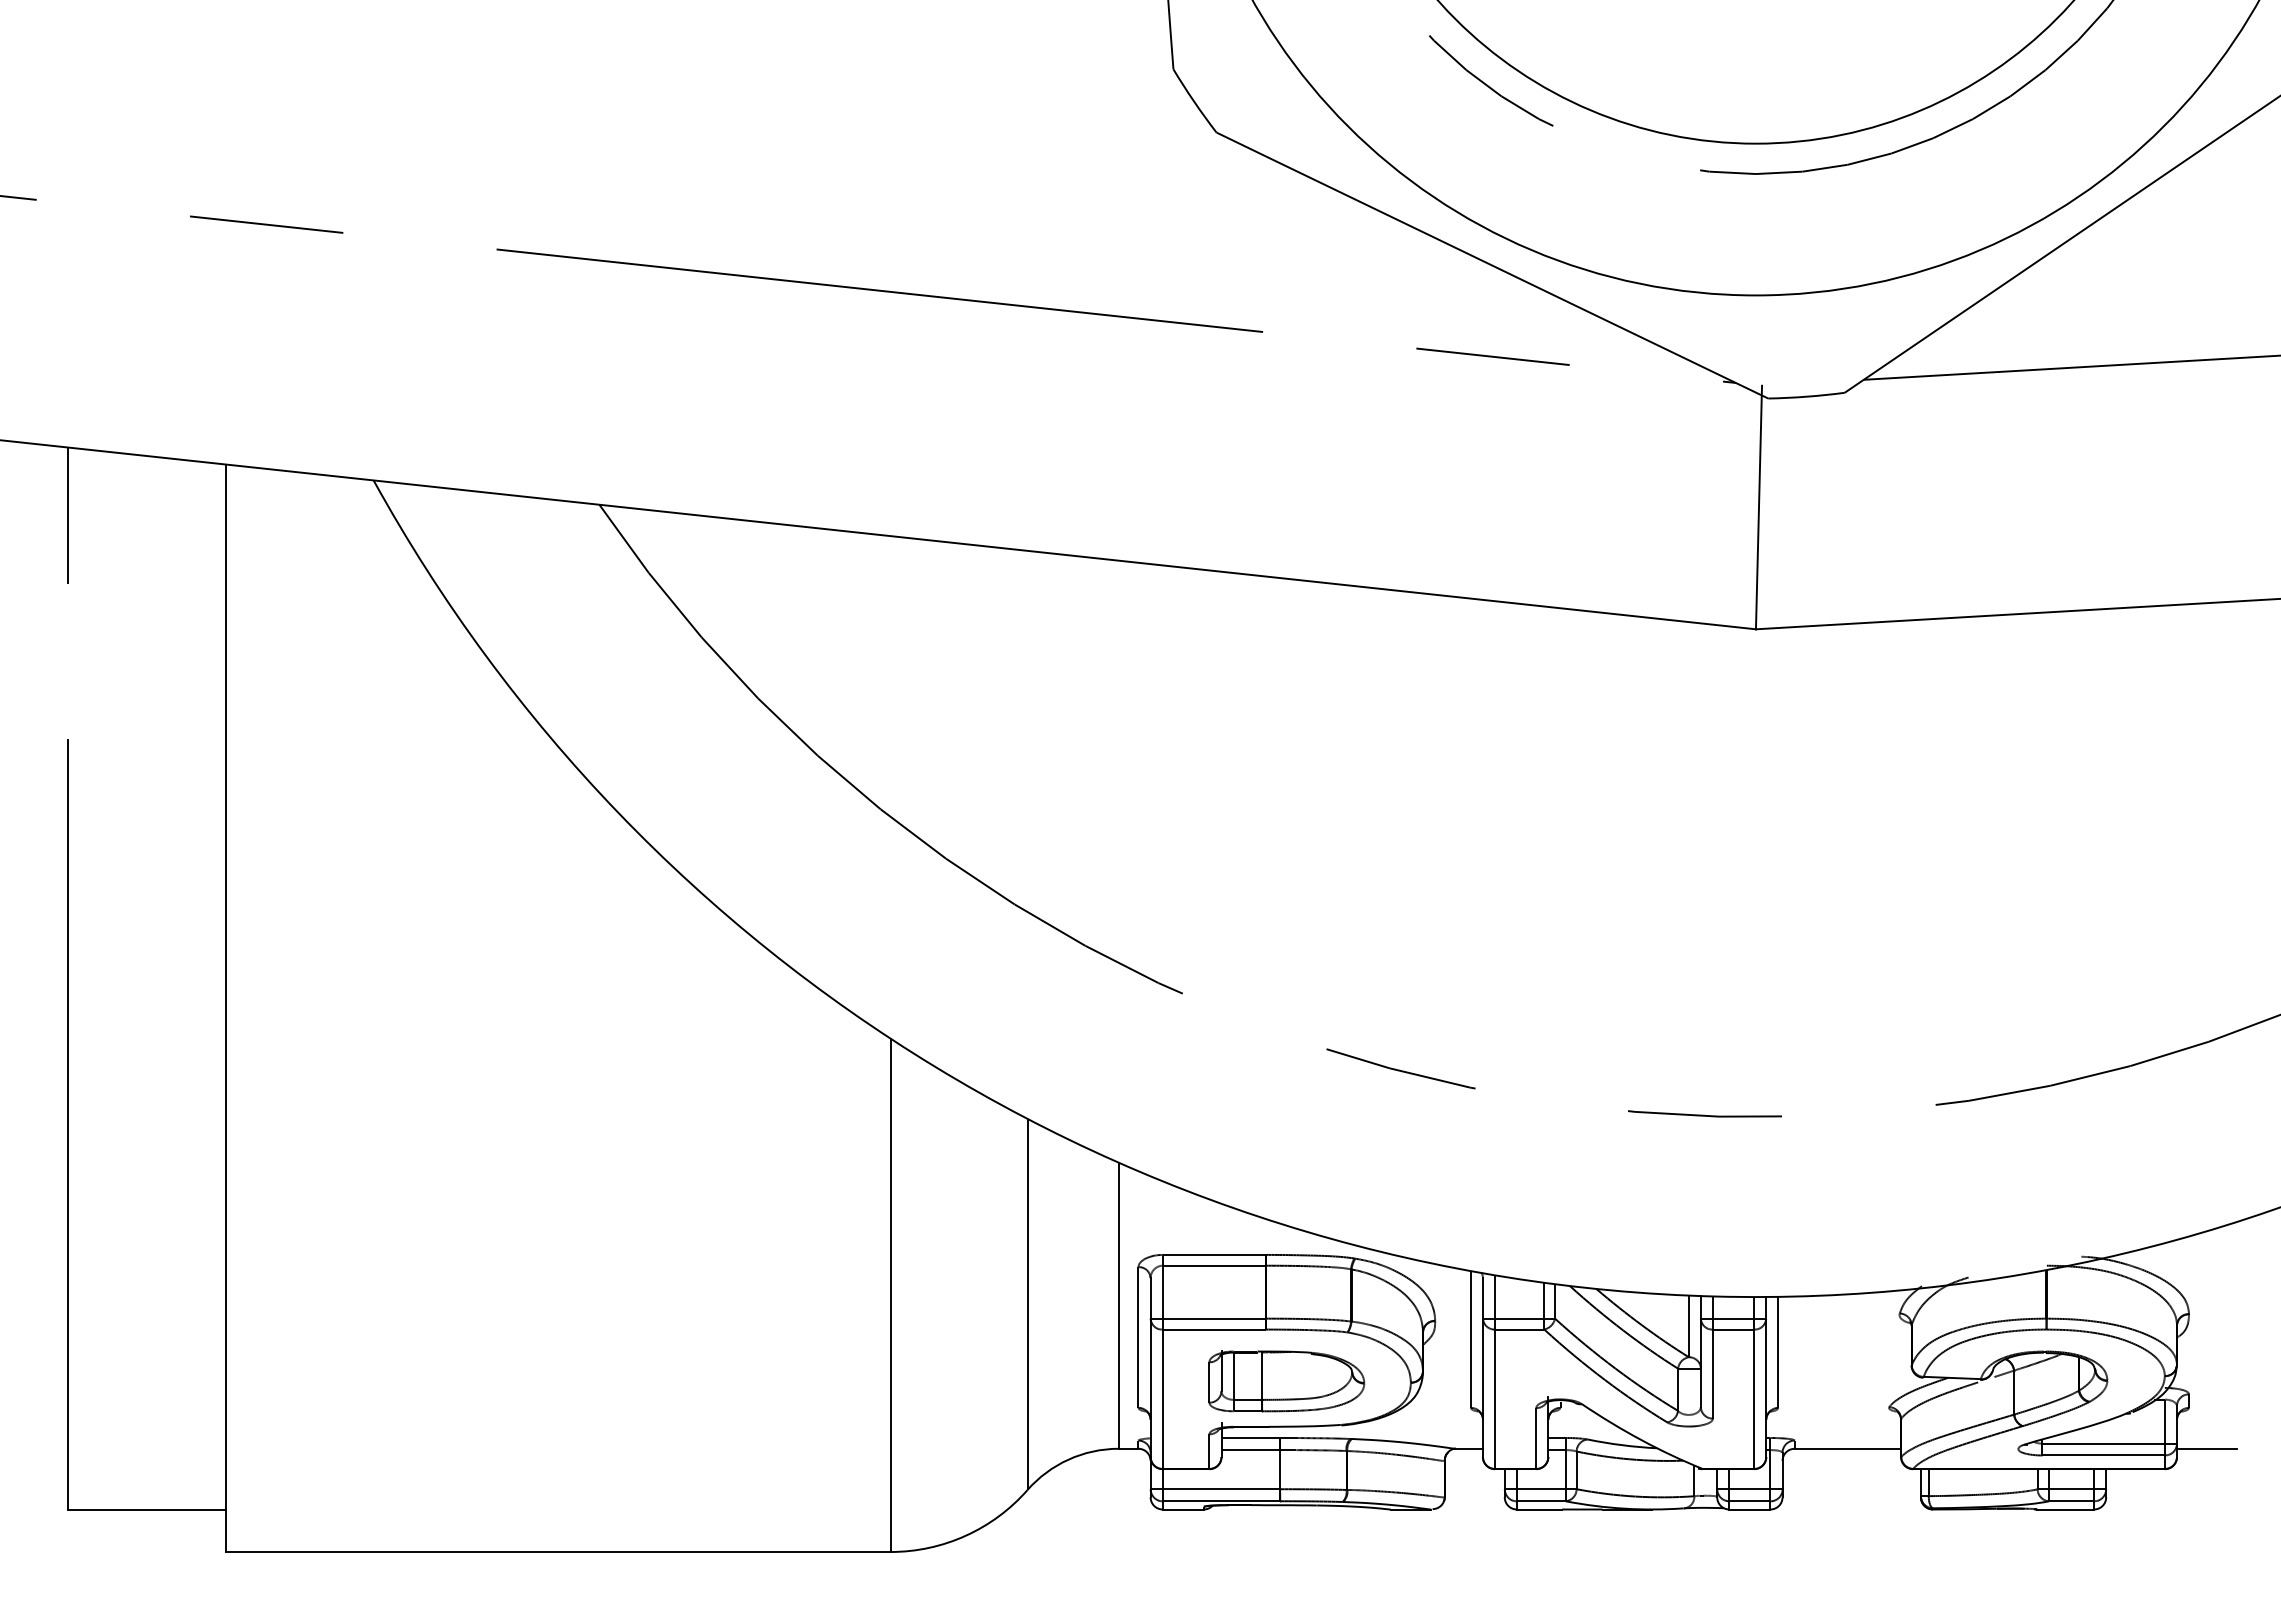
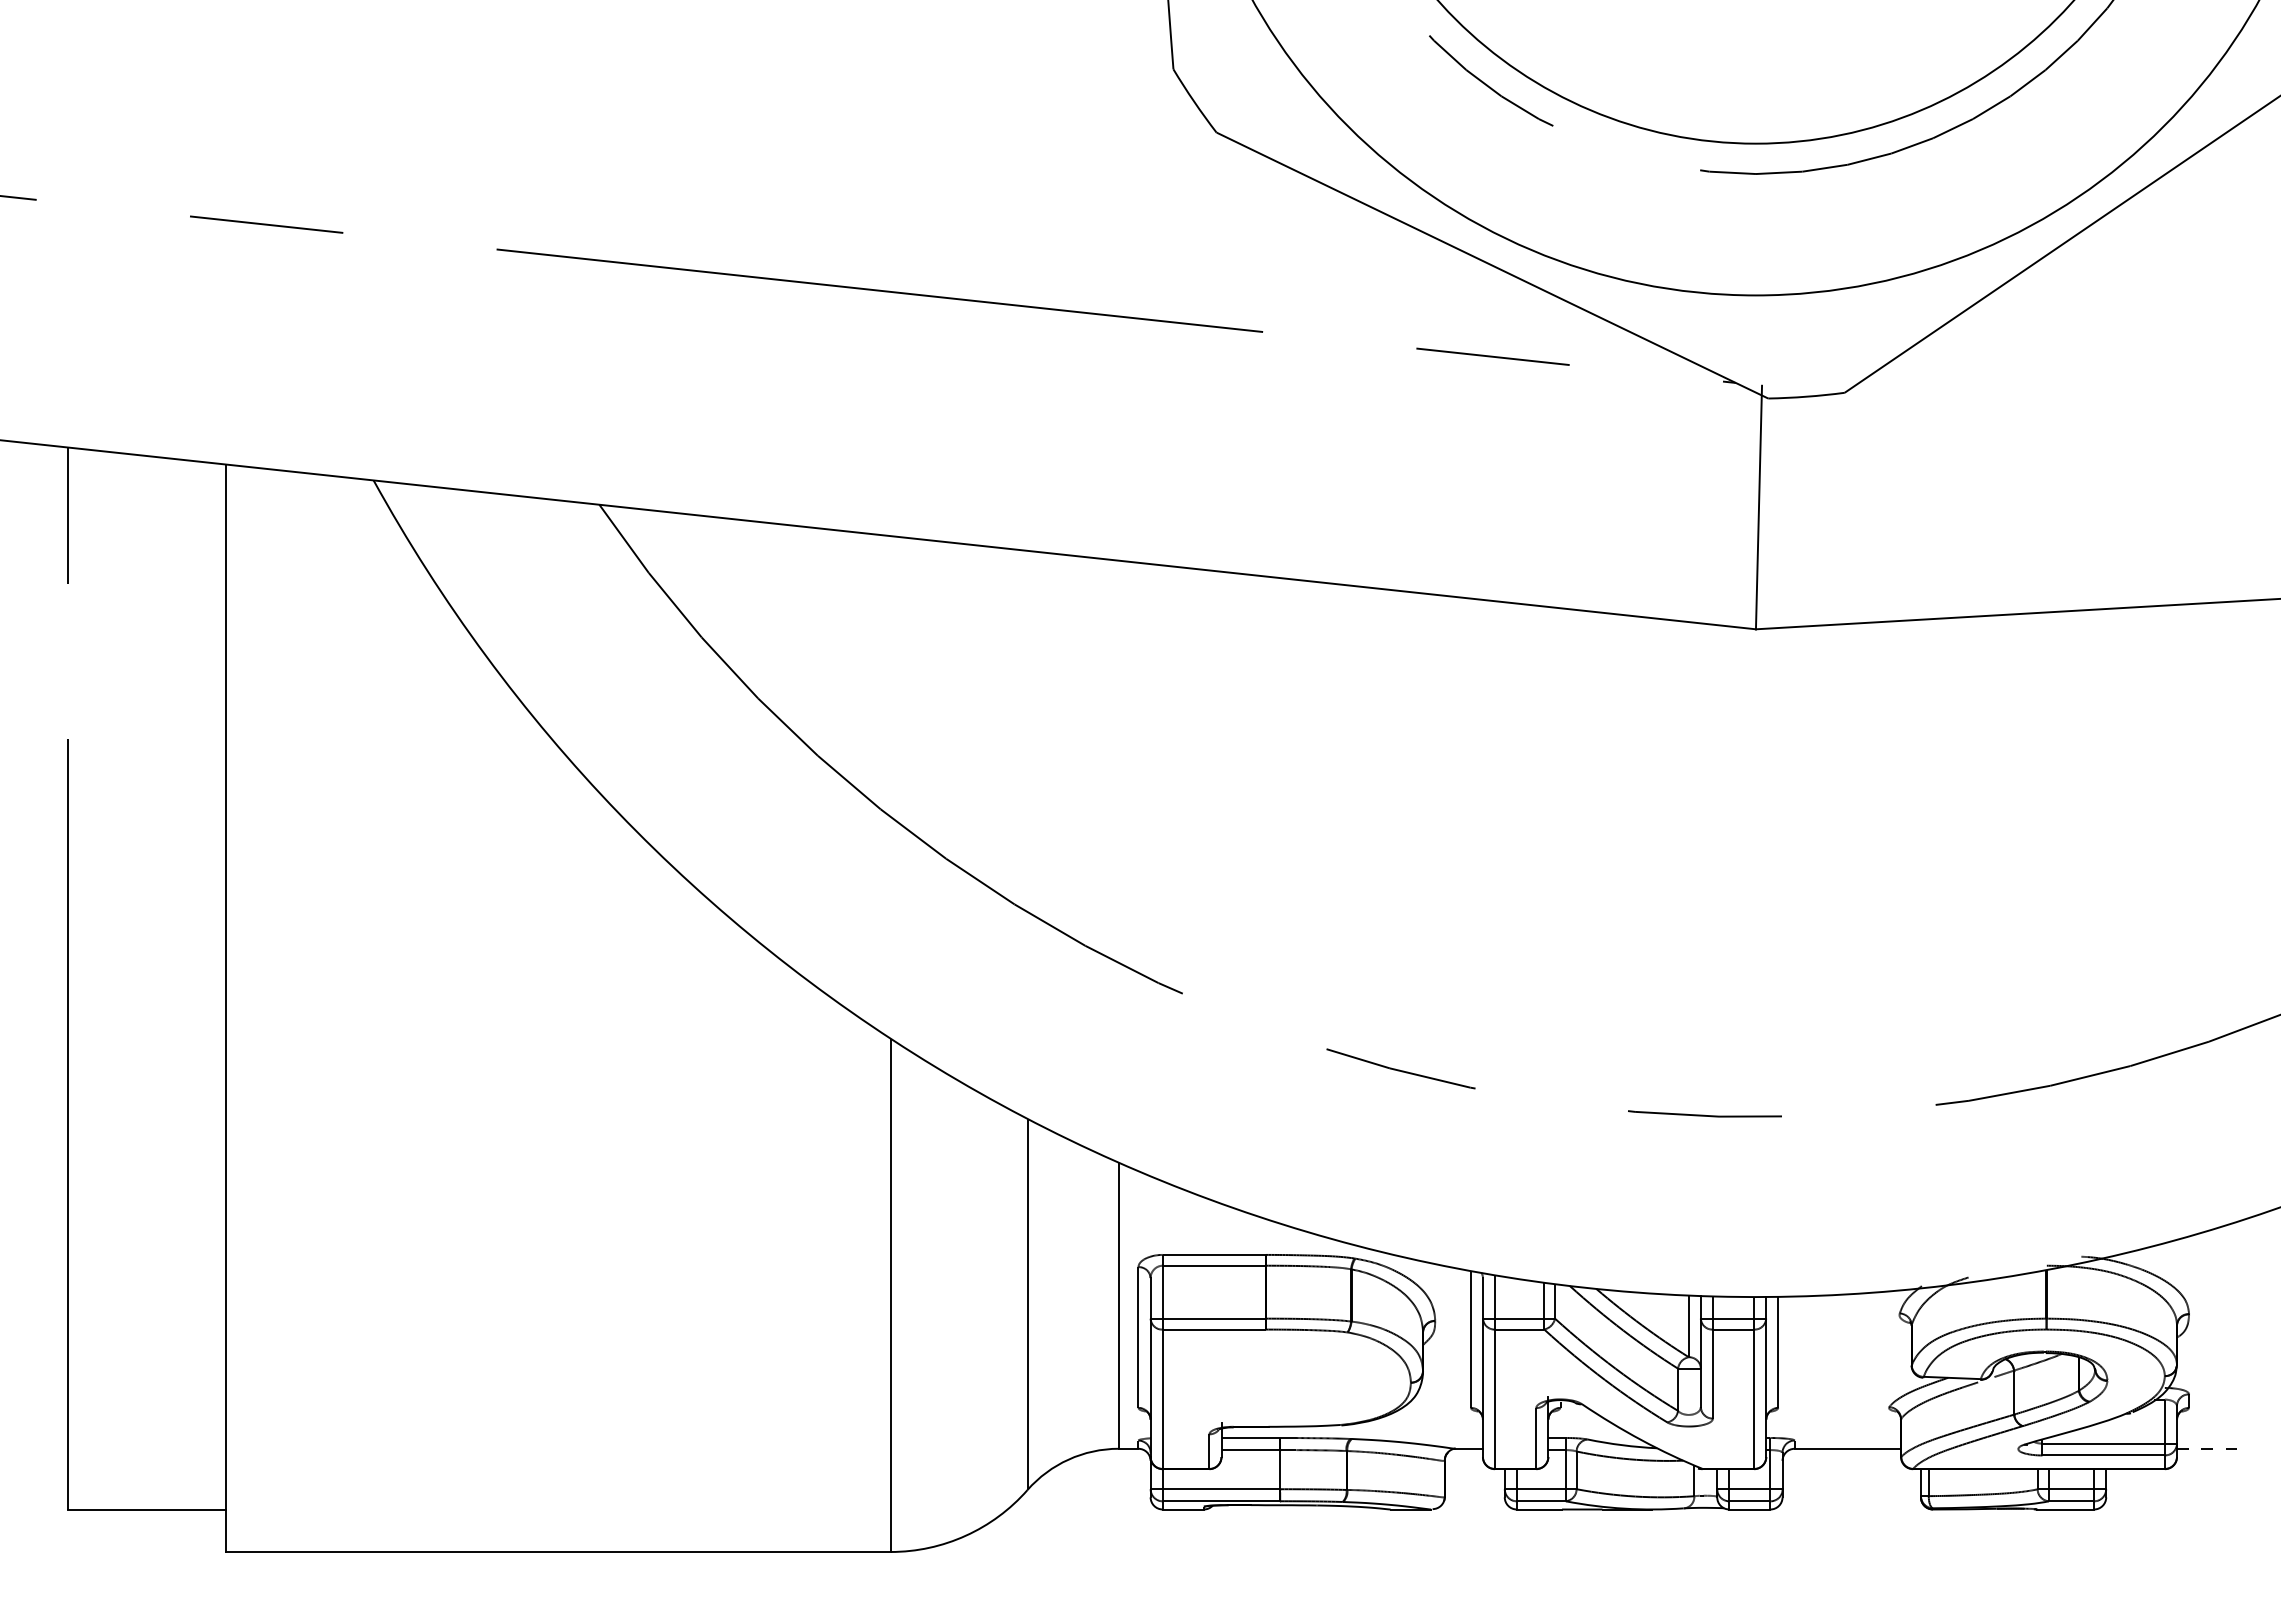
line at (2070, 367): present -> none
part at (1286, 1381): present -> none
line at (2206, 1448): solid -> dashed
